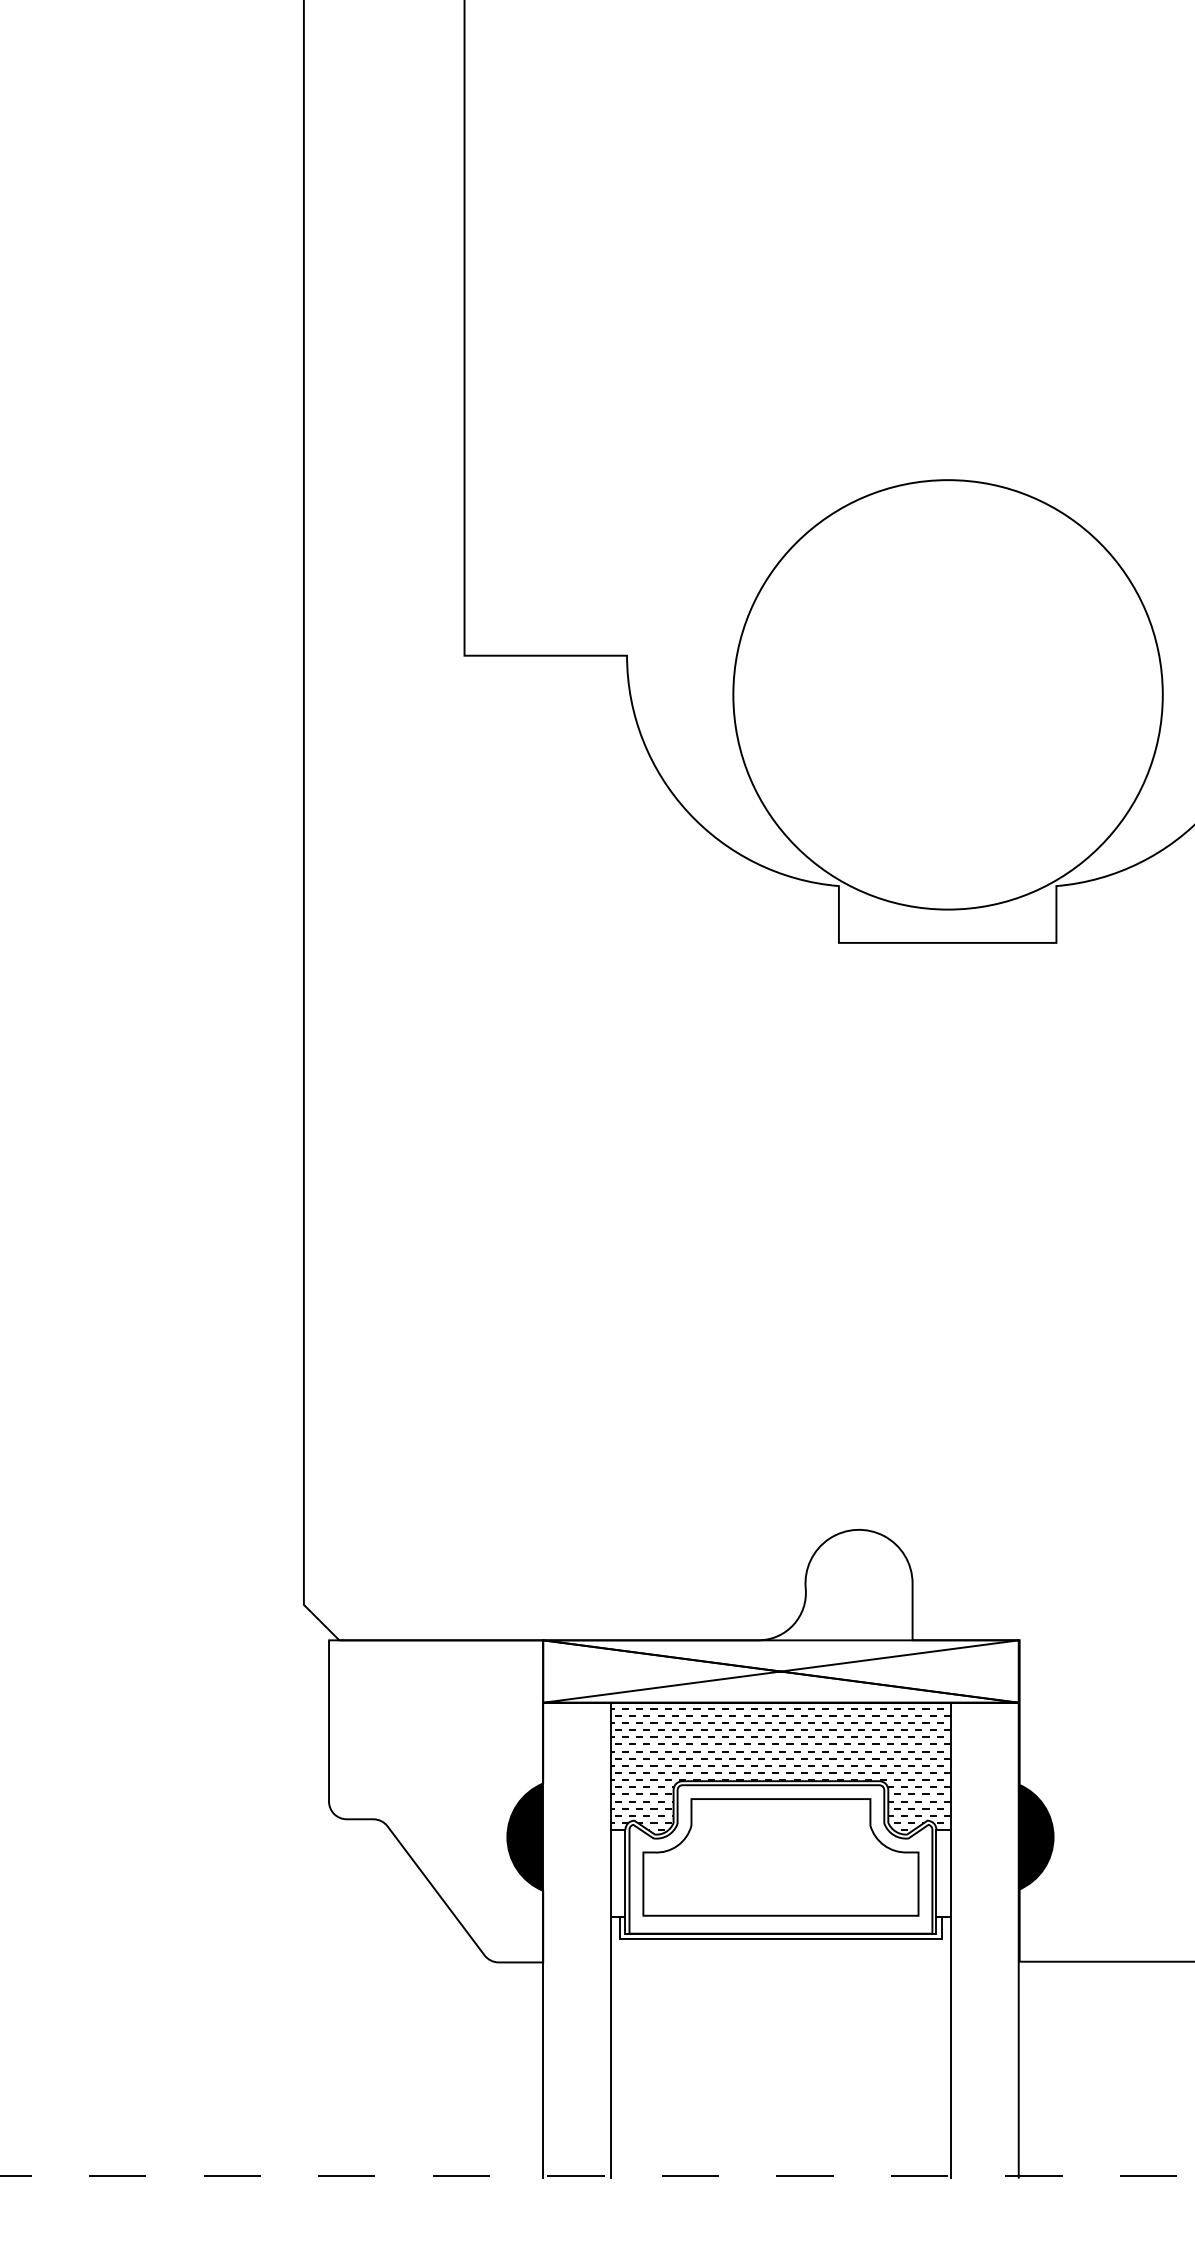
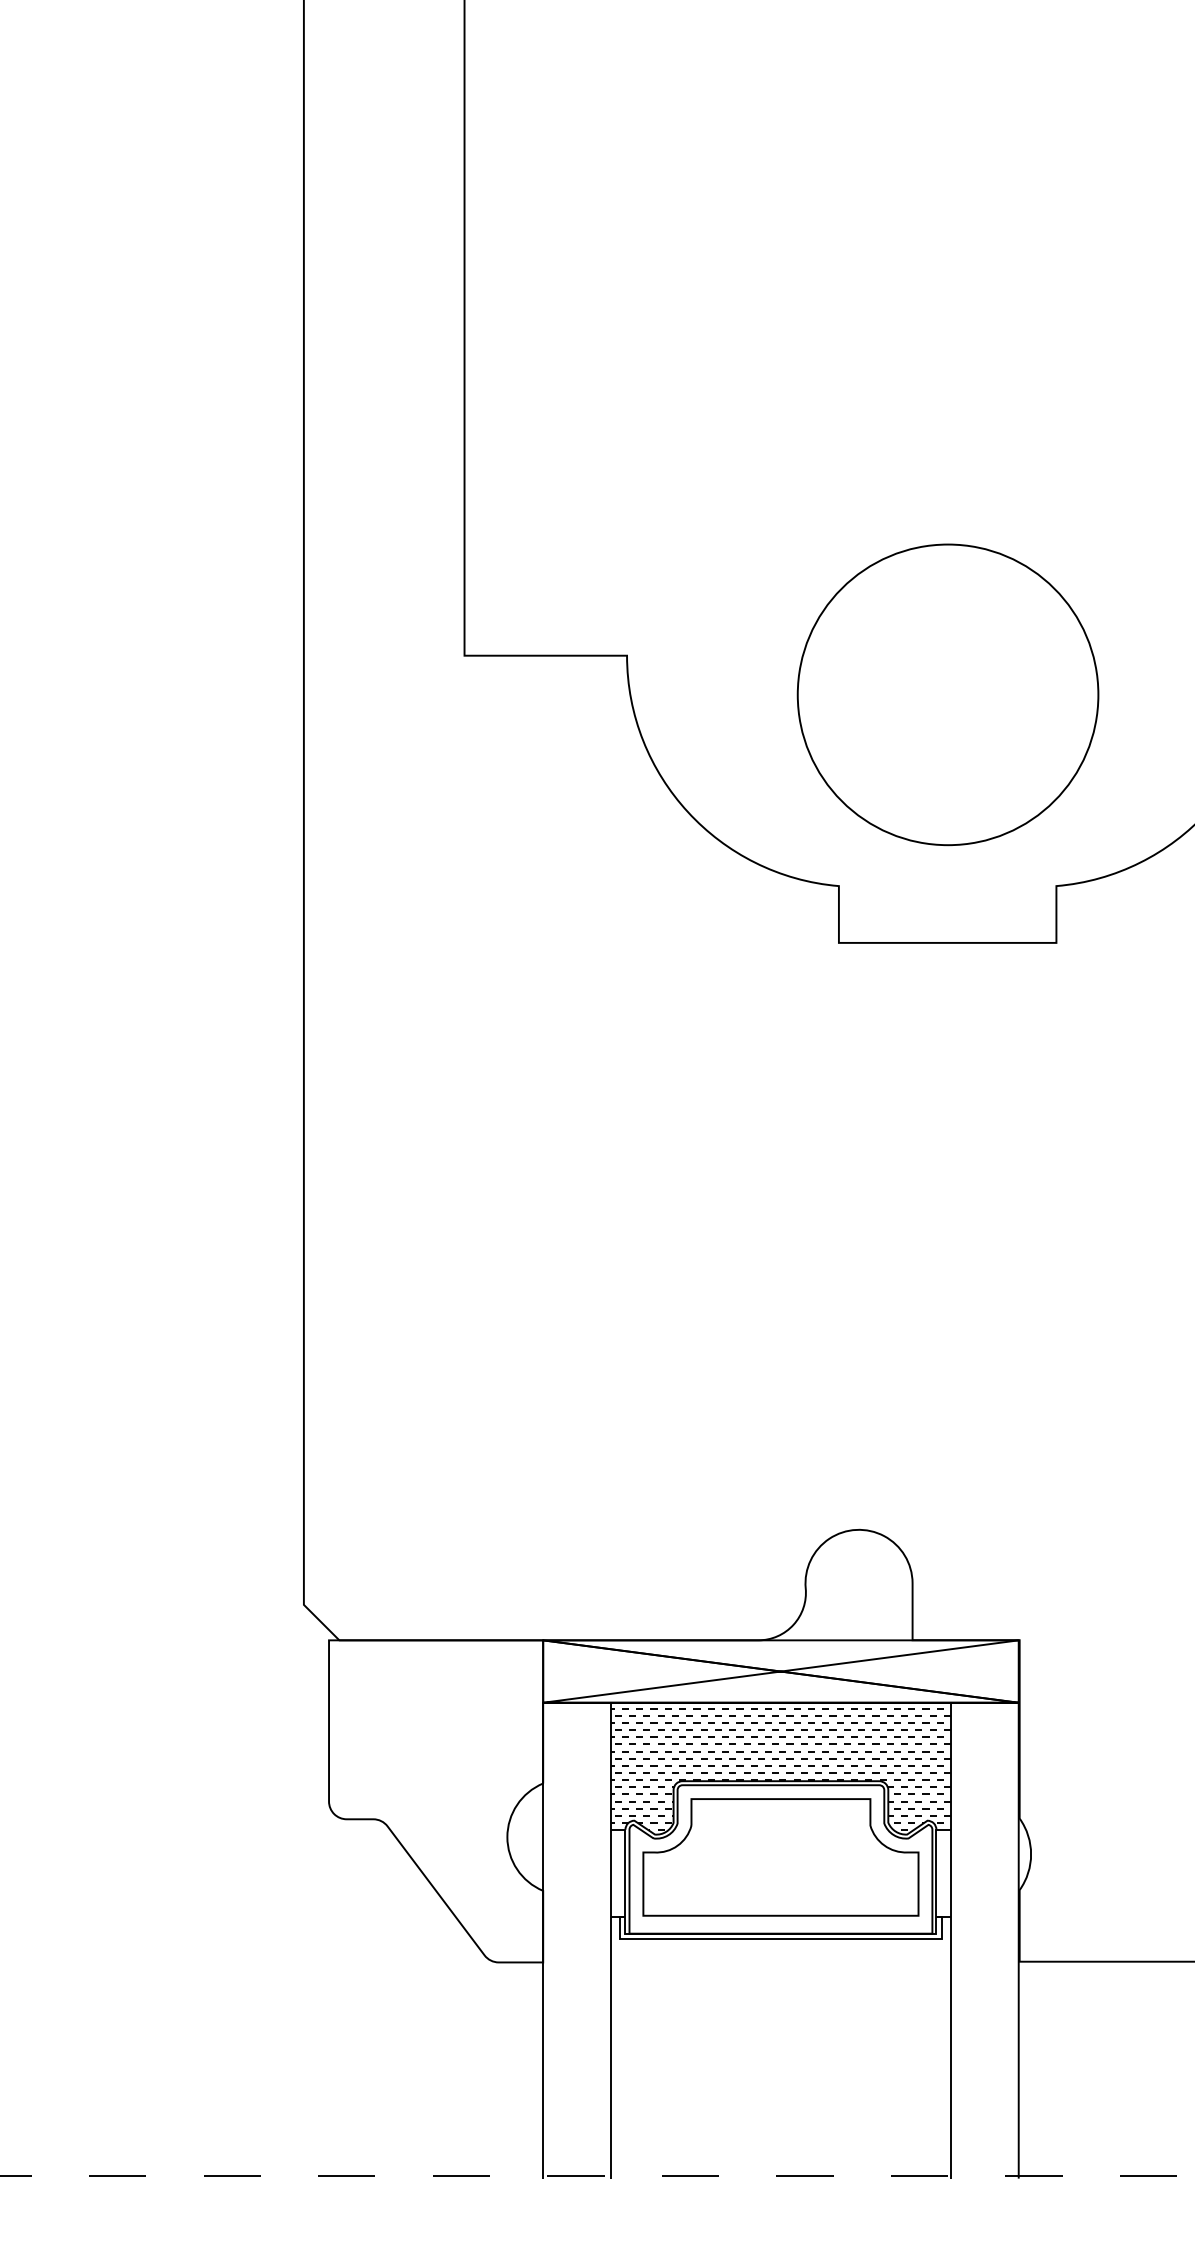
circle at (947, 694) diameter: 429 px -> 301 px
fill at (525, 1836): present -> none
fill at (1036, 1836): present -> none
